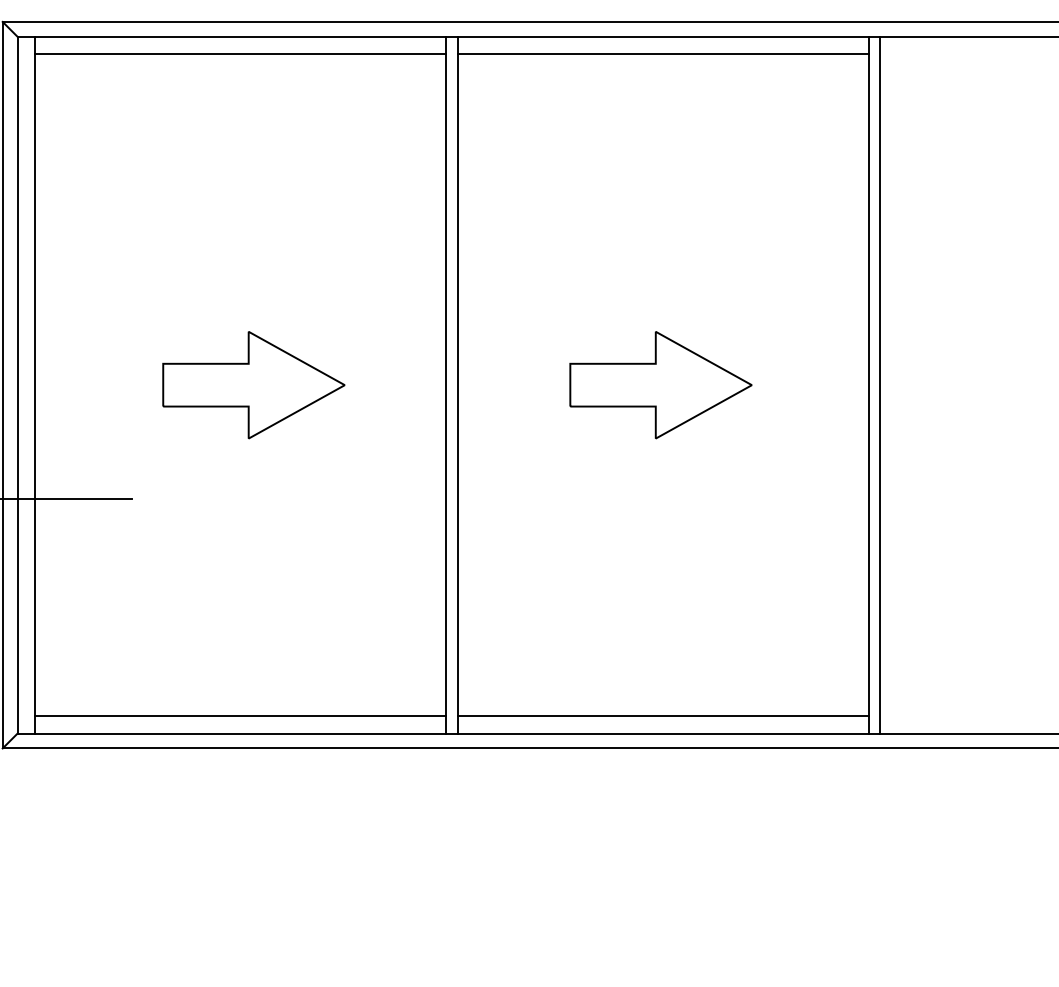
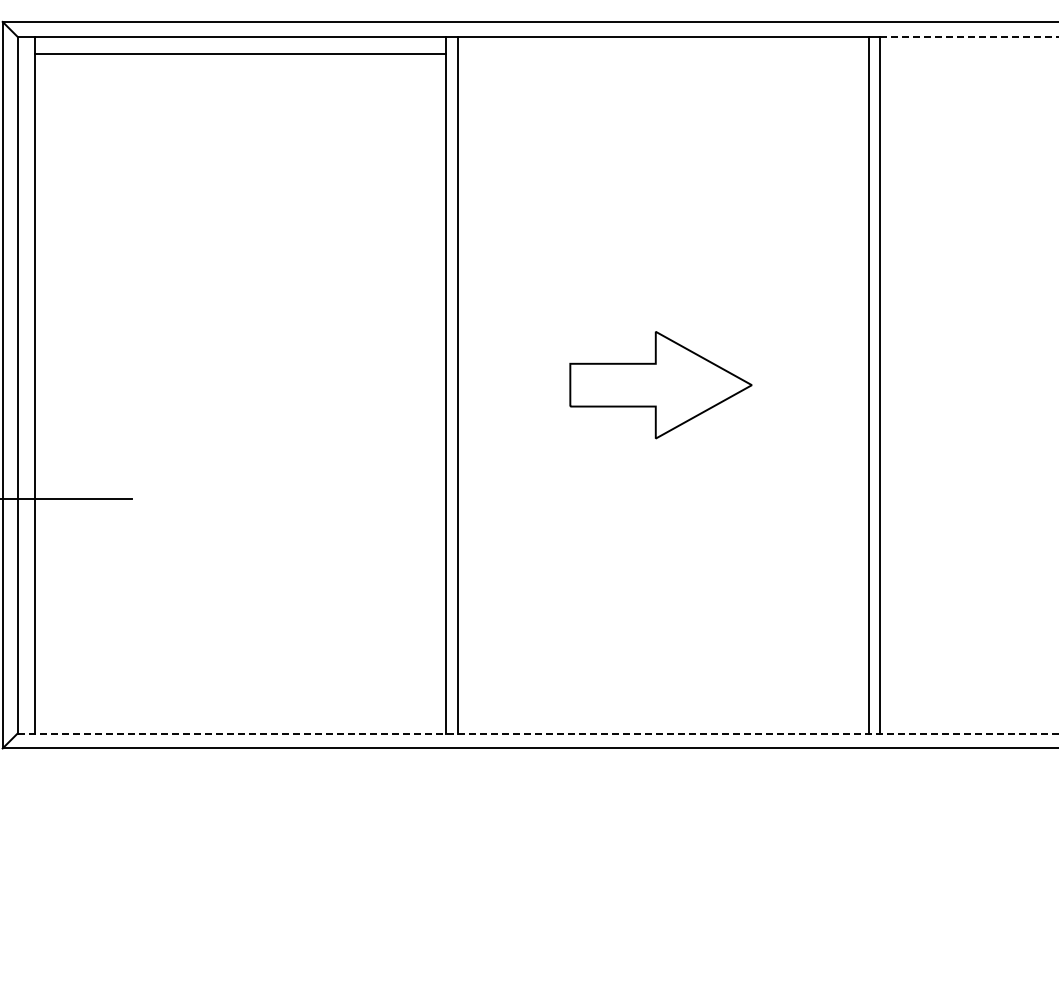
line at (970, 36): solid -> dashed
line at (662, 54): present -> none
part at (253, 385): present -> none
line at (240, 716): present -> none
line at (662, 716): present -> none
line at (538, 733): solid -> dashed
